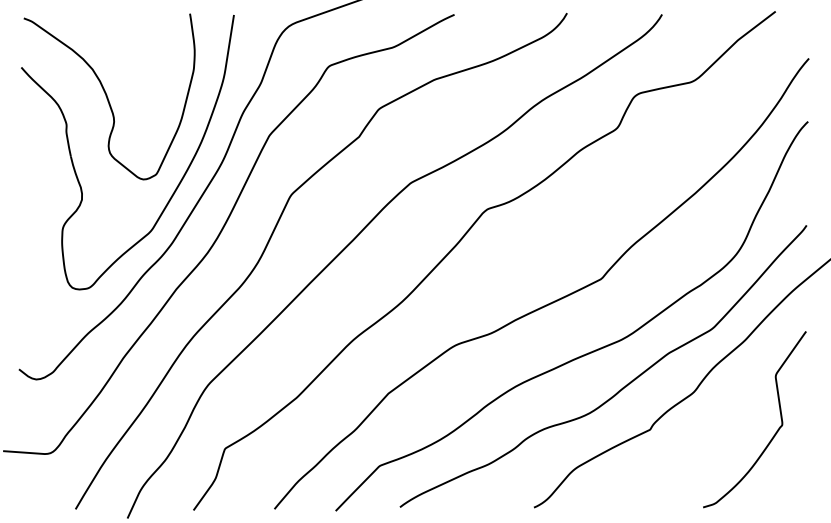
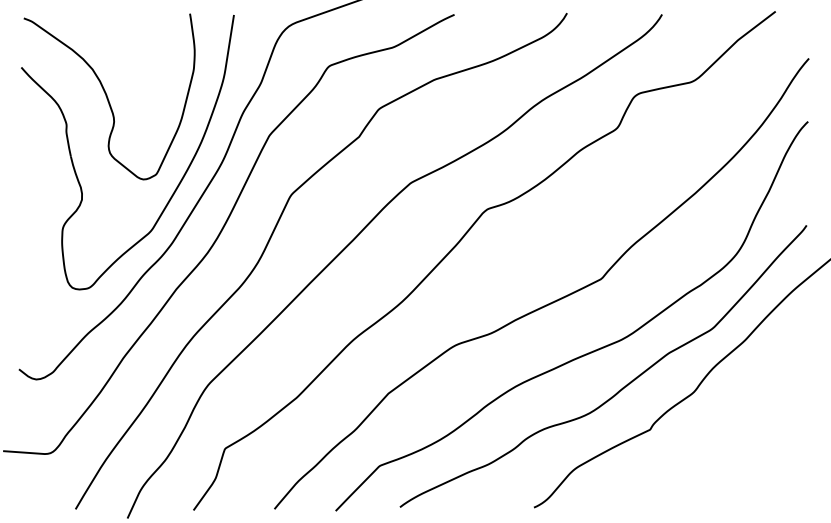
curve at (775, 432): present -> none
